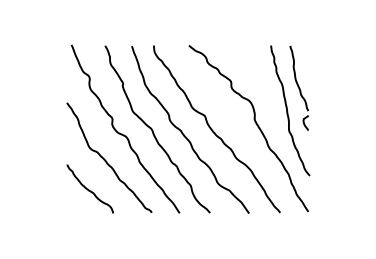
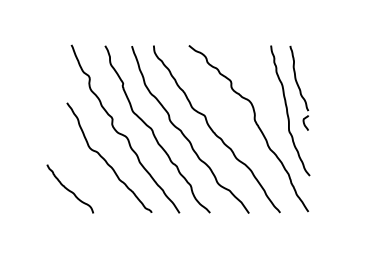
curve at (89, 189) position: (89, 189) -> (69, 189)
